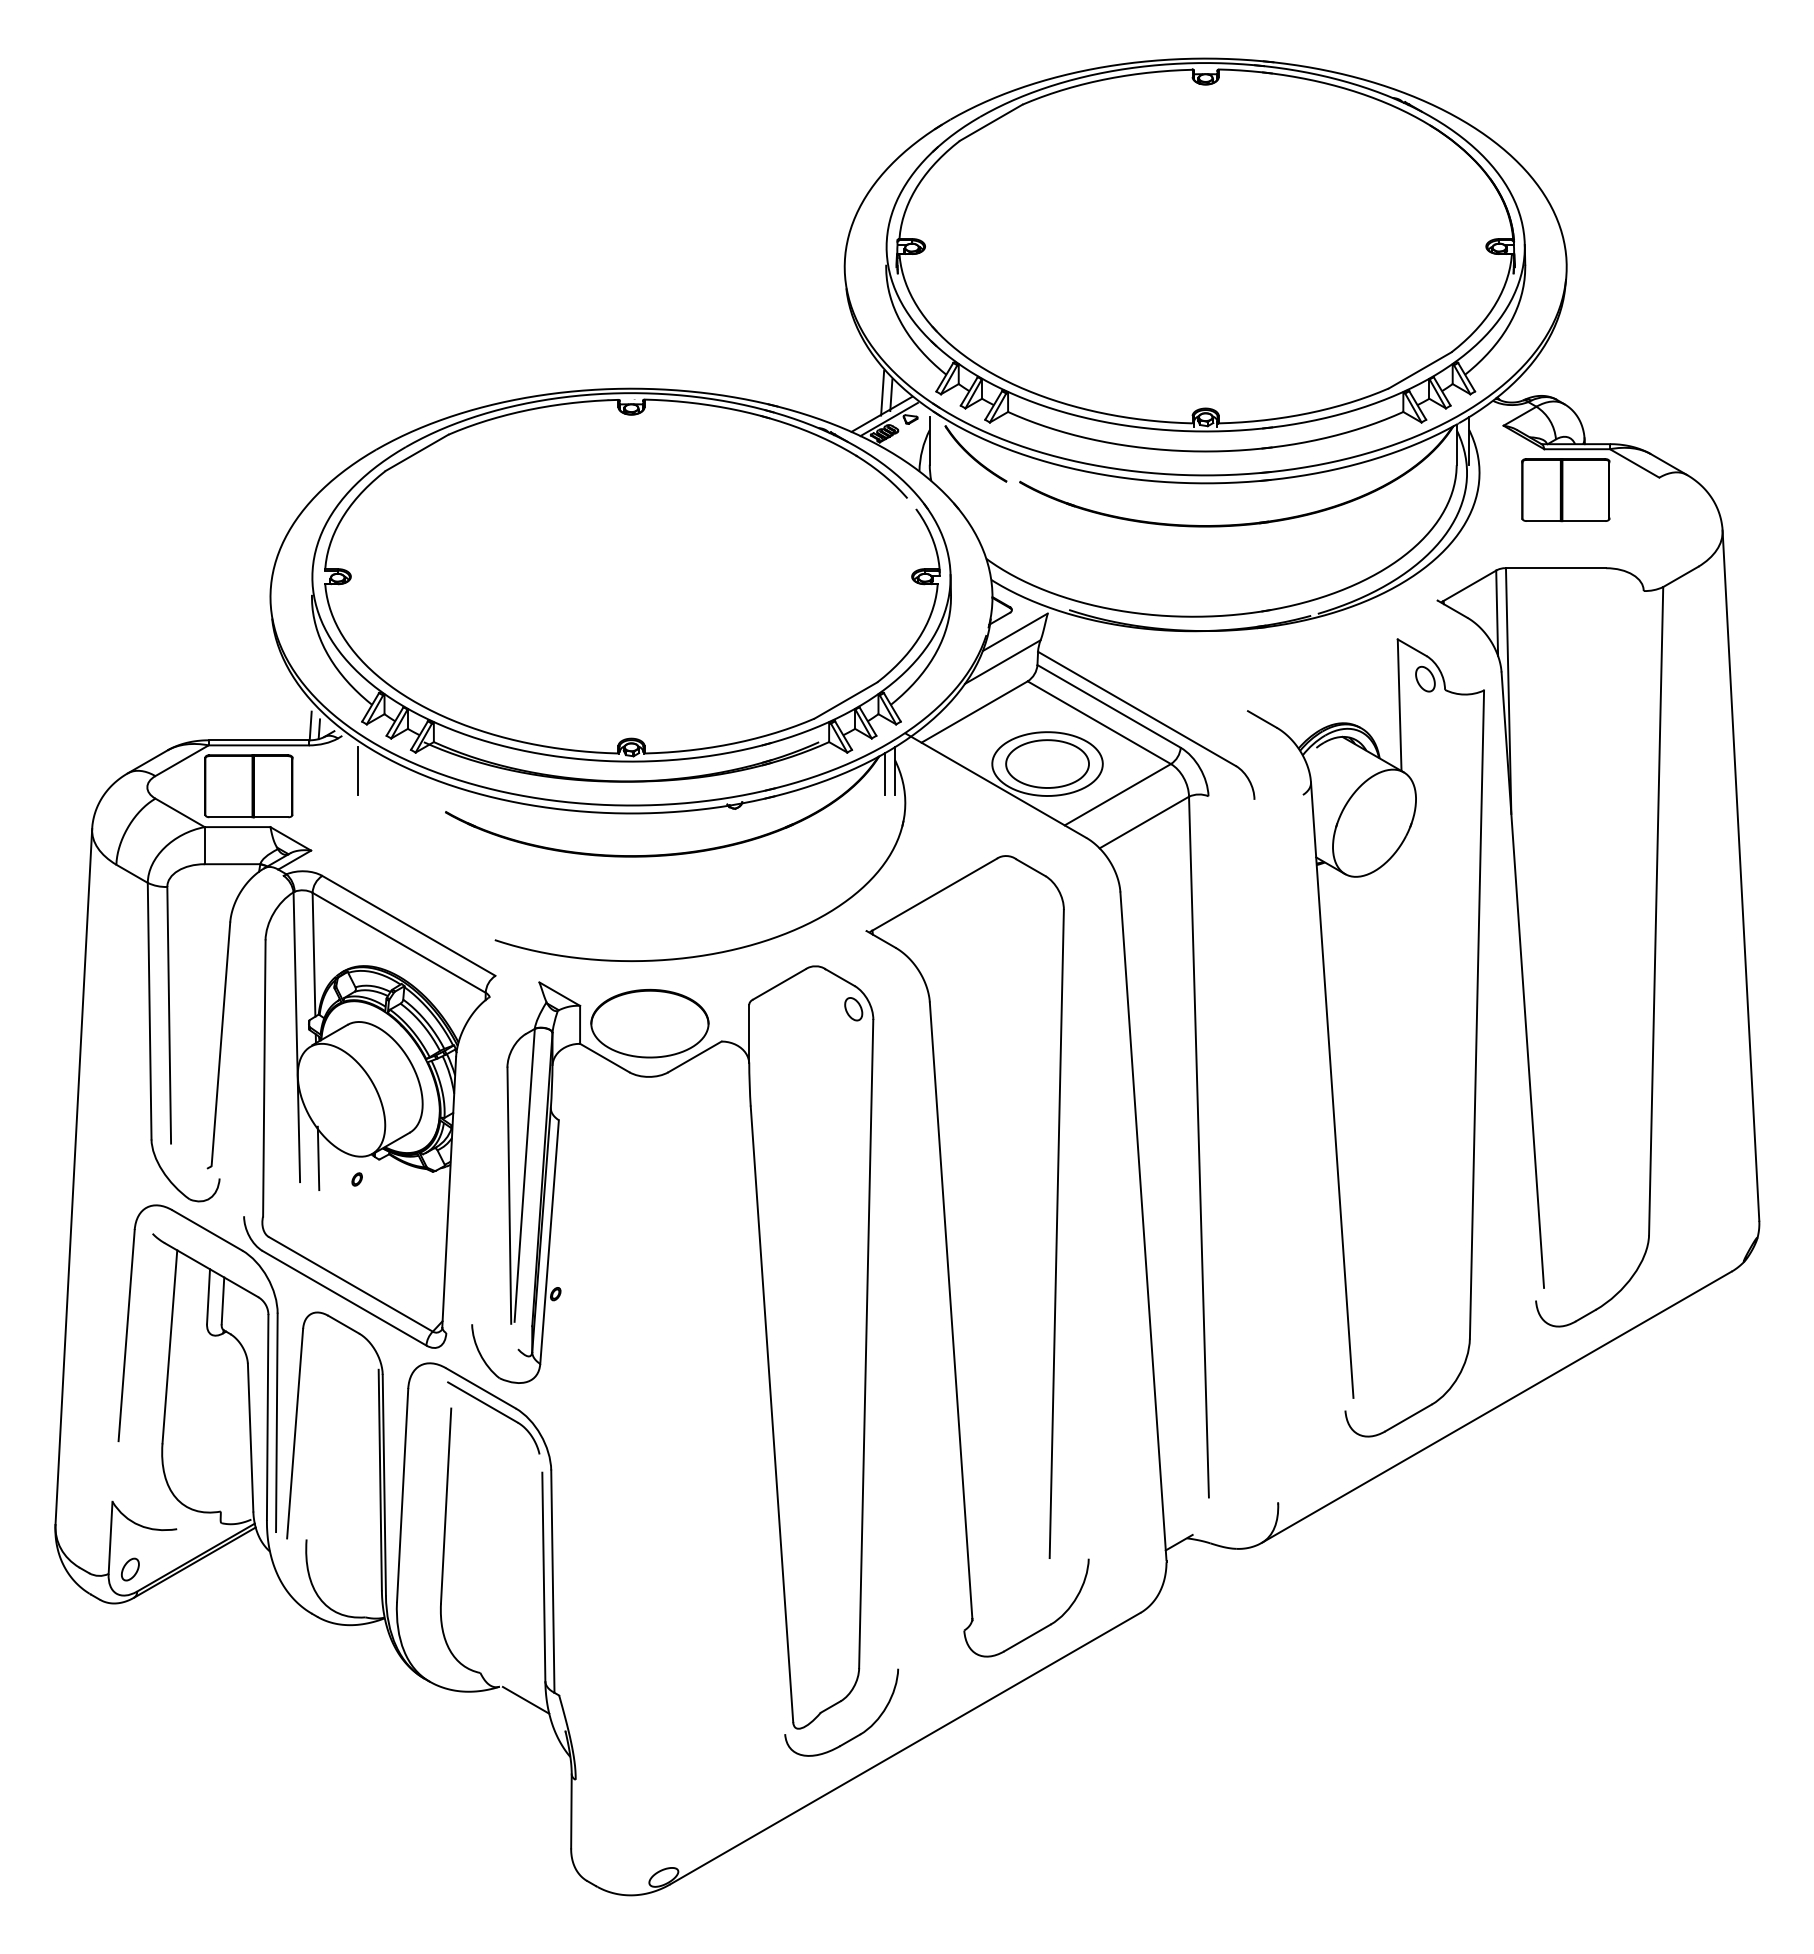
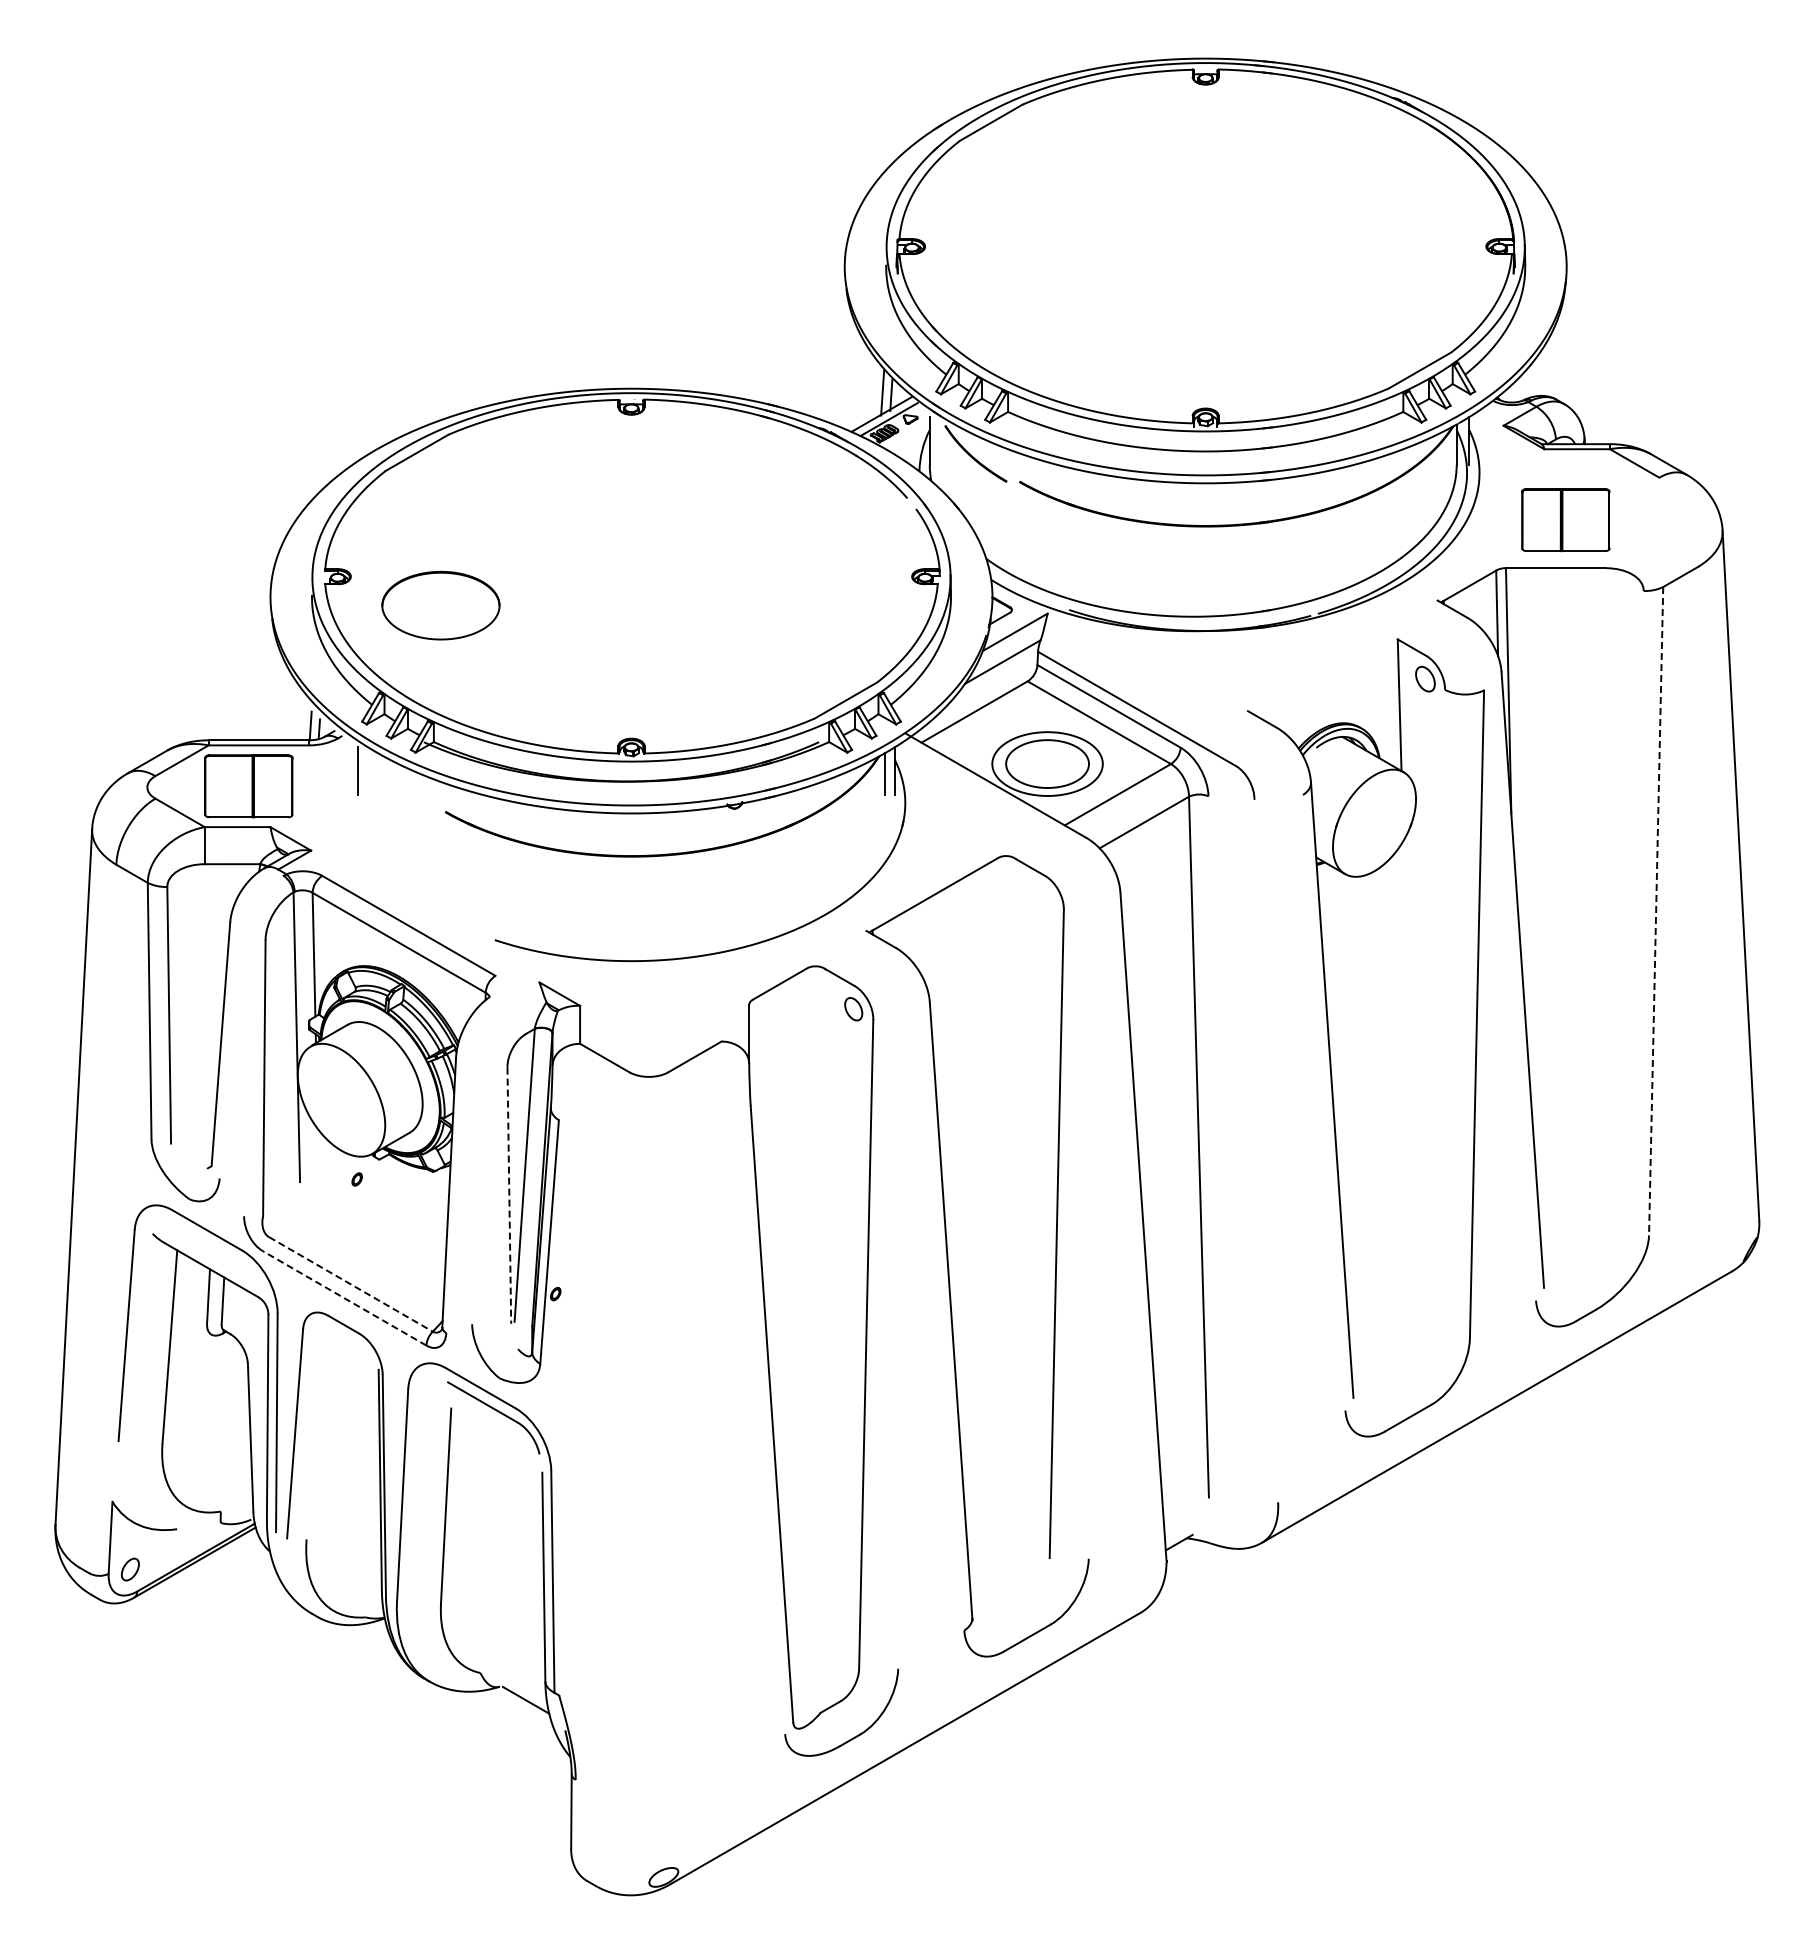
part at (1565, 490) position: (1565, 490) -> (1565, 520)
line at (1656, 911): solid -> dashed
part at (649, 1023) position: (649, 1023) -> (440, 605)
line at (318, 1158): present -> none
line at (509, 1196): solid -> dashed
line at (350, 1284): solid -> dashed
line at (344, 1298): solid -> dashed
